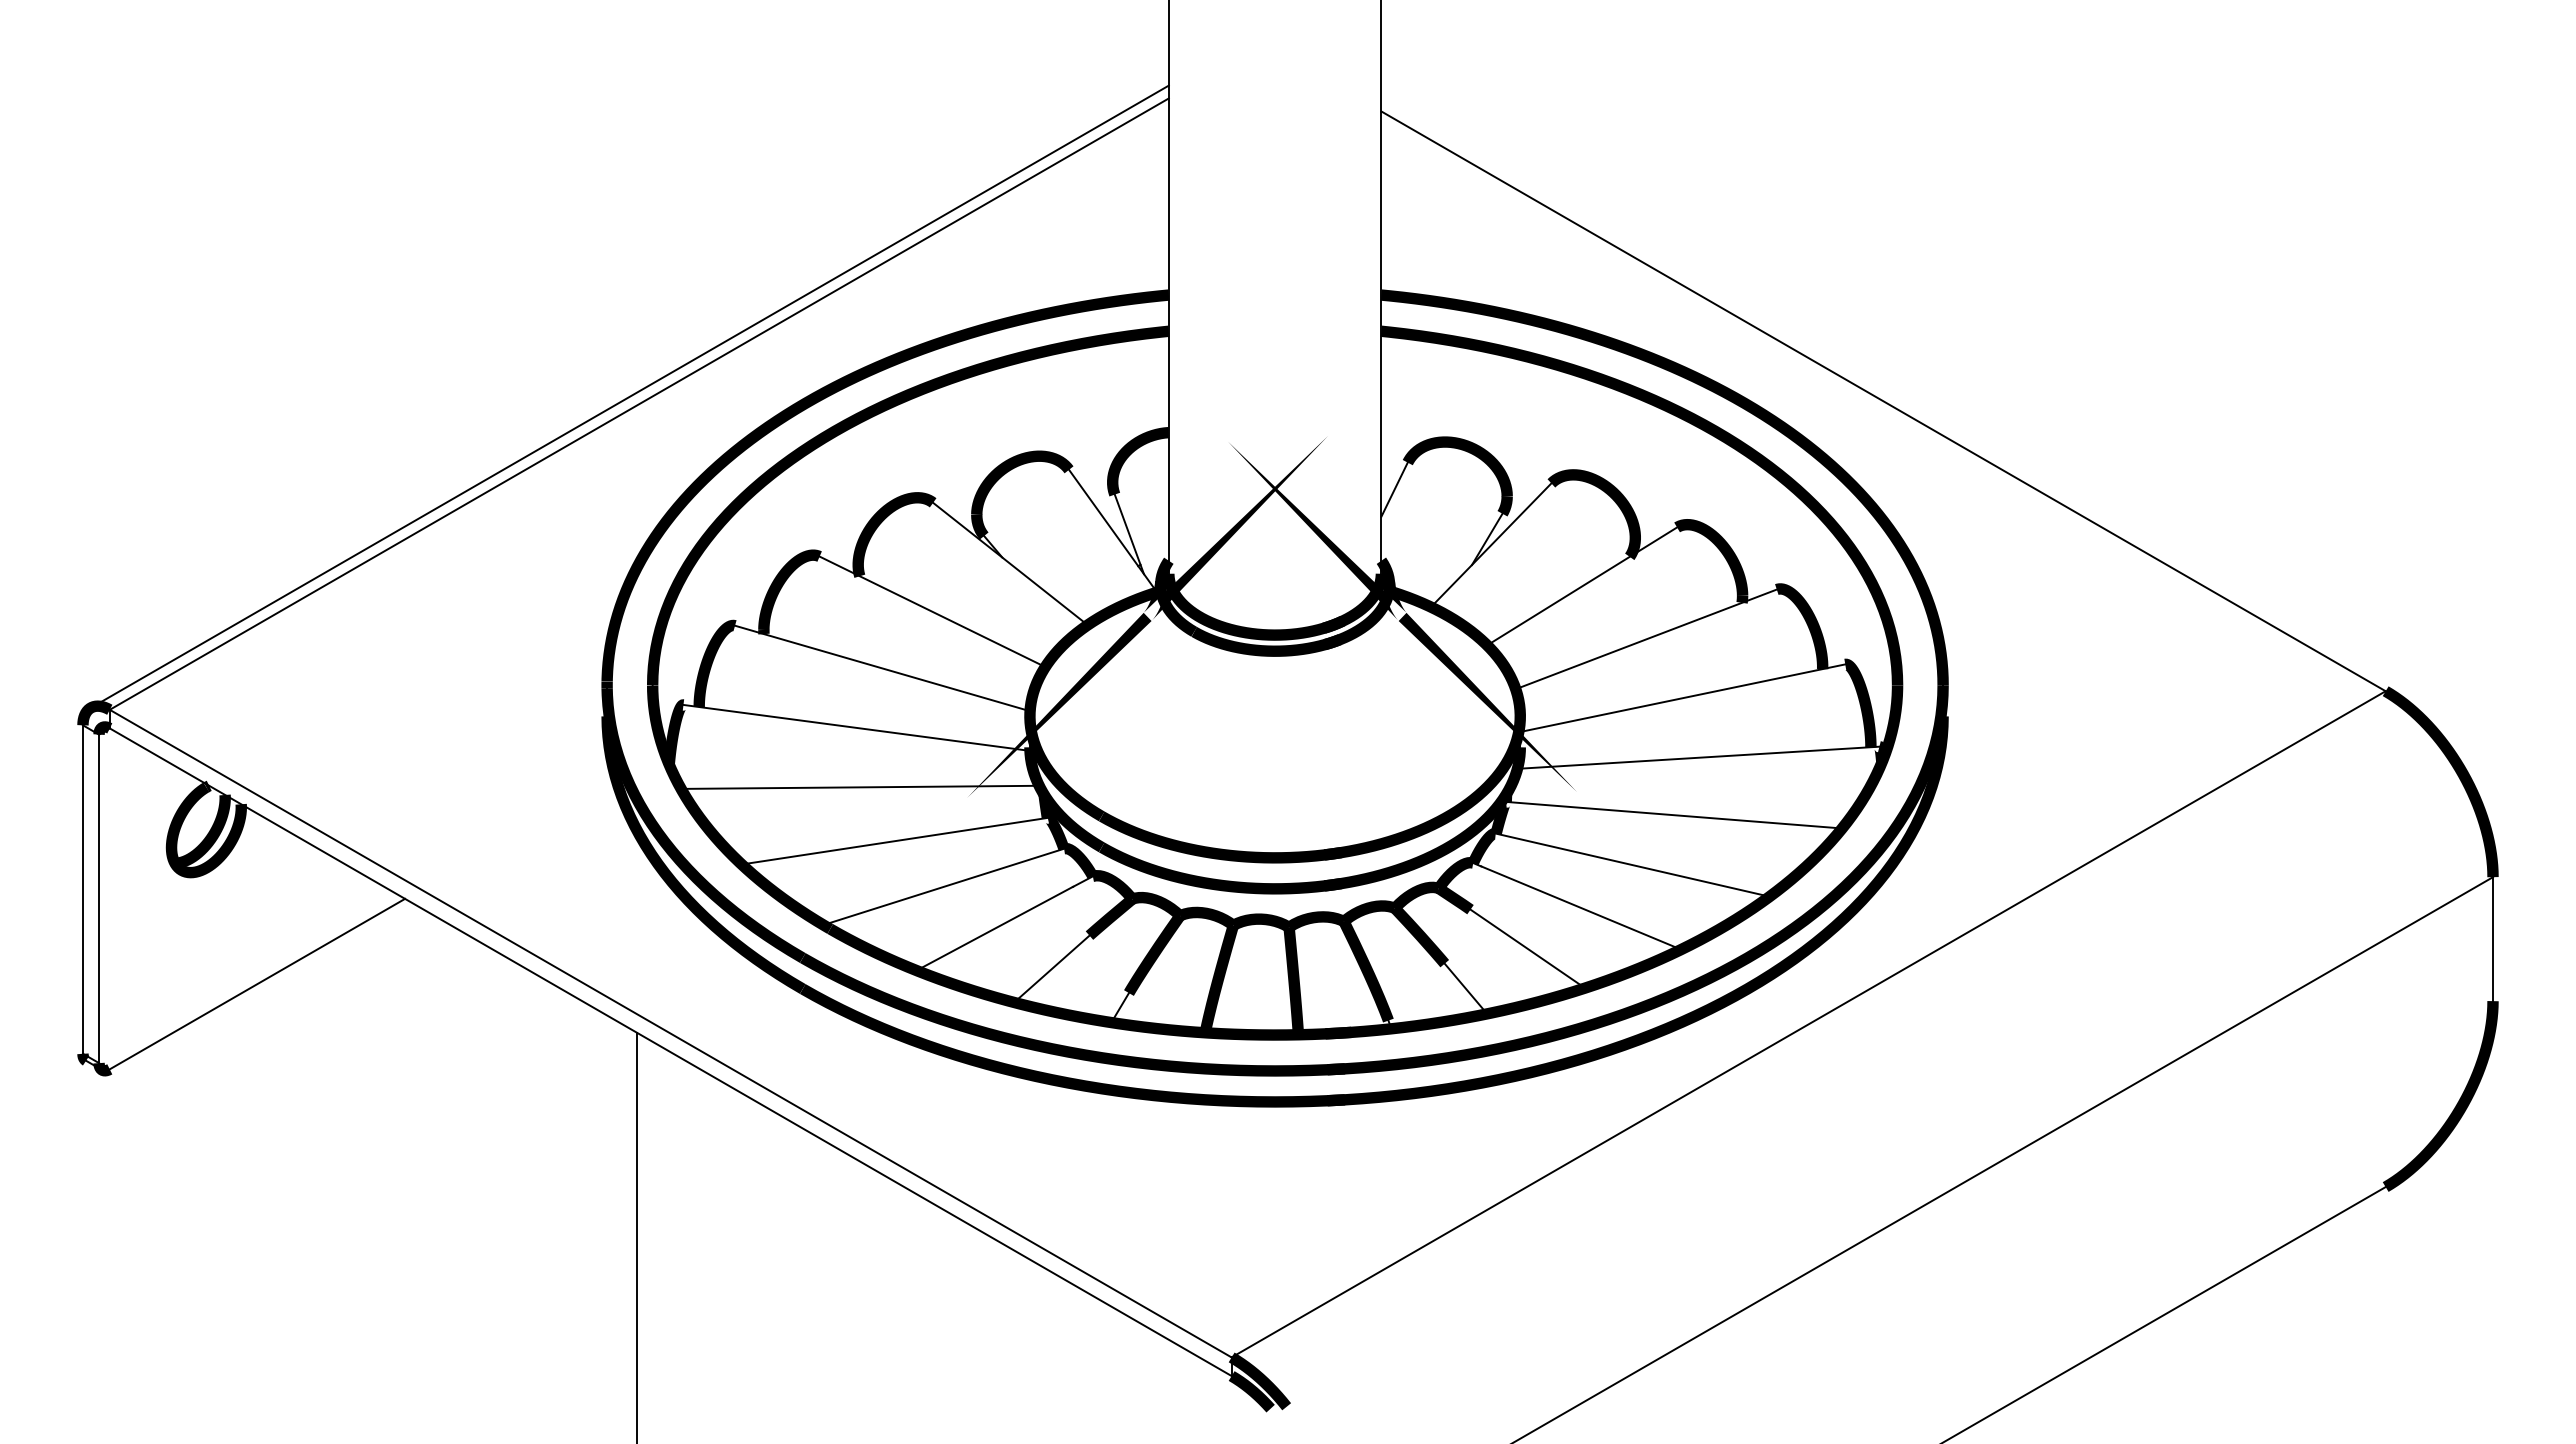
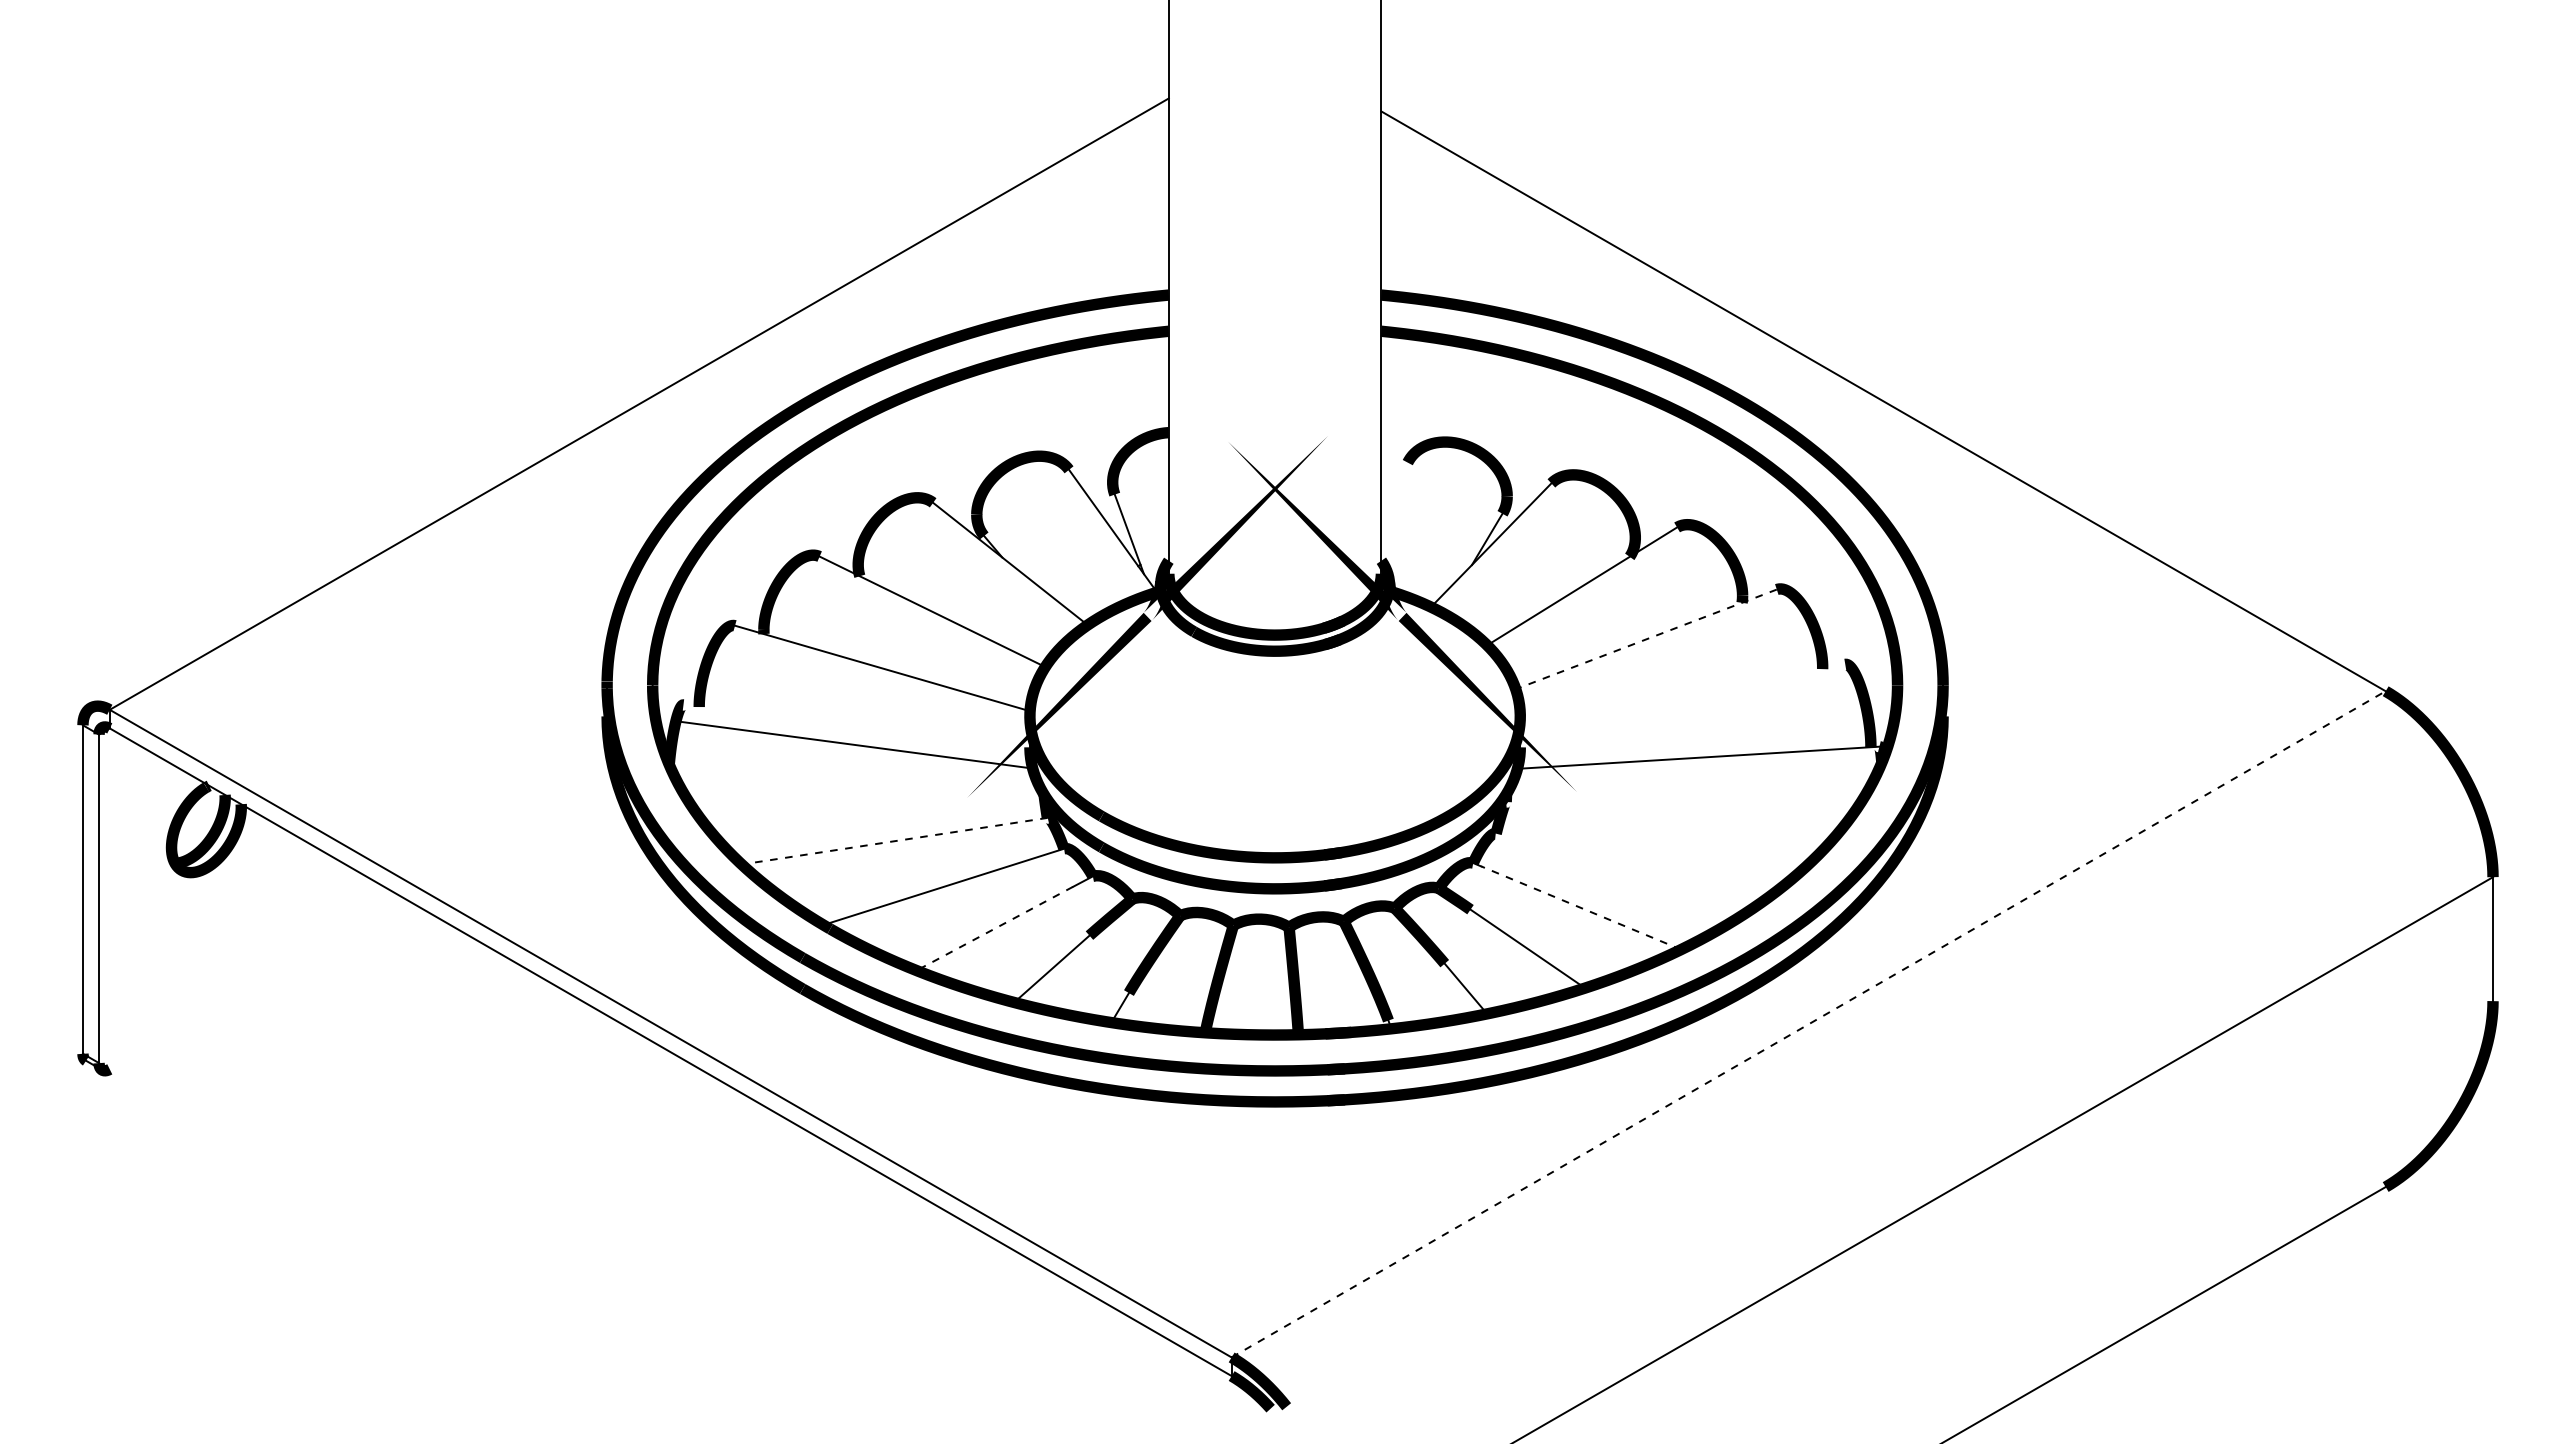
line at (629, 396): present -> none
line at (1394, 489): present -> none
line at (1646, 639): solid -> dashed
line at (1682, 697): present -> none
line at (856, 727) position: (856, 727) -> (854, 744)
line at (860, 786): present -> none
line at (1674, 814): present -> none
line at (894, 841): solid -> dashed
line at (1632, 864): present -> none
line at (1580, 907): solid -> dashed
line at (994, 928): solid -> dashed
line at (257, 983): present -> none
line at (1809, 1024): solid -> dashed
line at (637, 1236): present -> none
